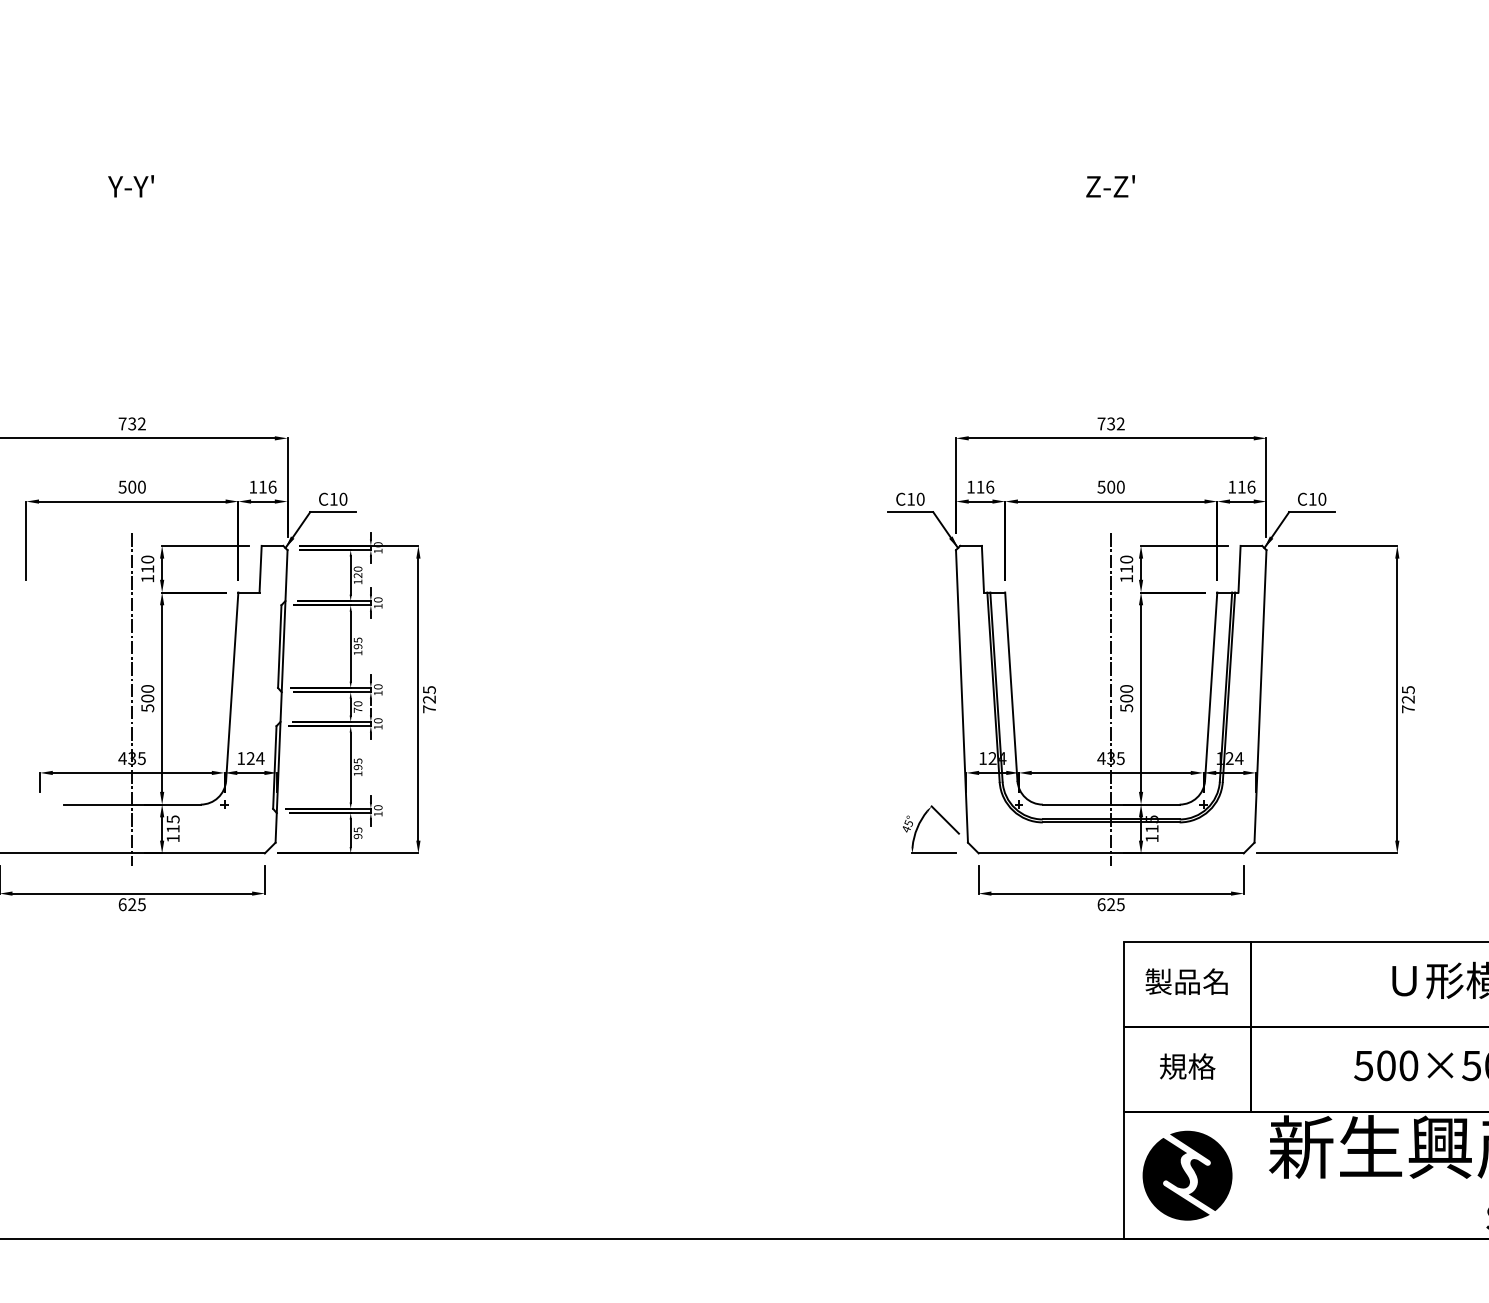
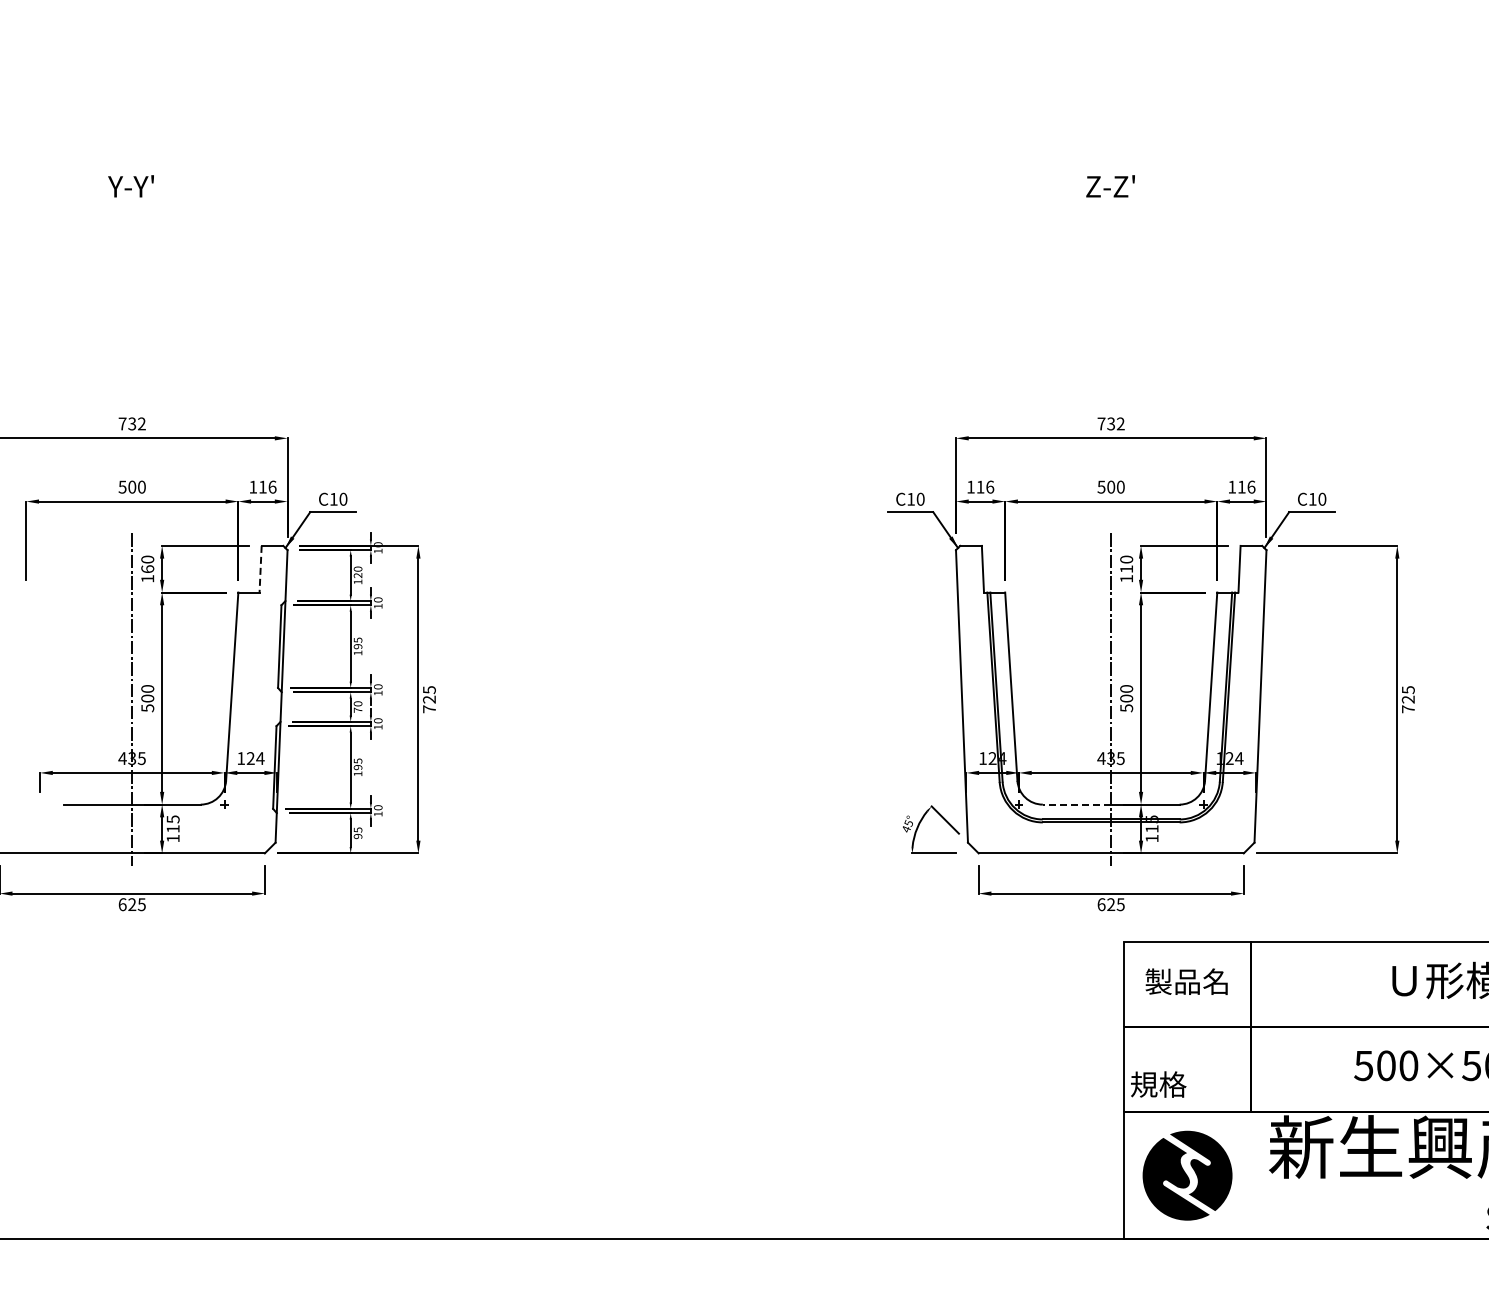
text at (147, 568): 110 -> 160
line at (260, 569): solid -> dashed
line at (1076, 804): solid -> dashed
text at (1187, 1066) position: (1187, 1066) -> (1158, 1084)
